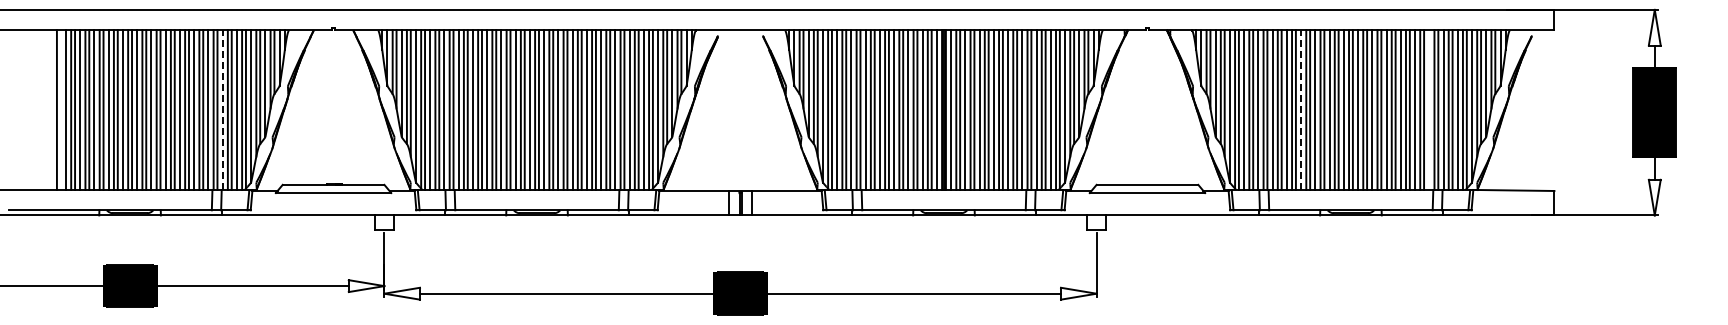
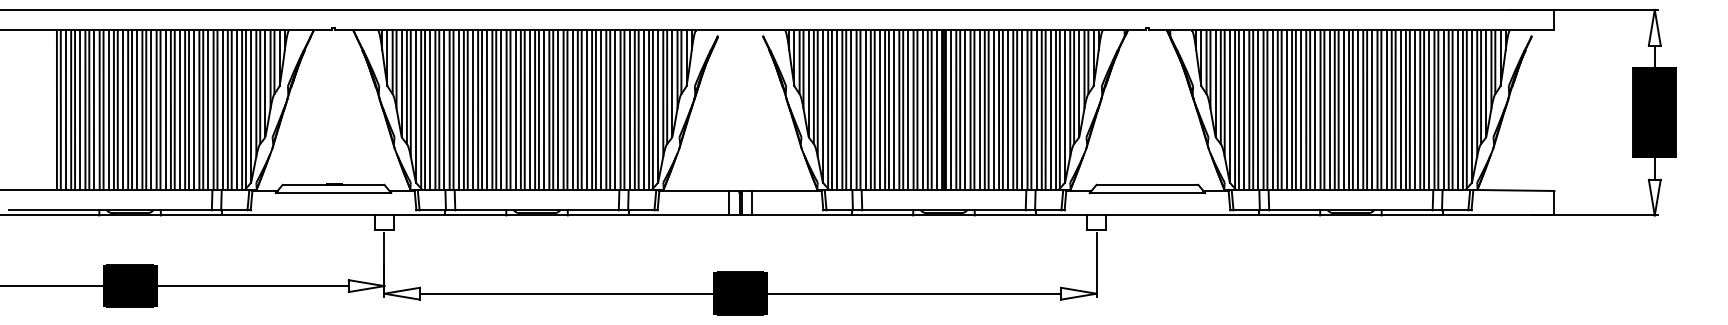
line at (60, 109): none -> present
line at (1429, 109): none -> present
line at (222, 110): dashed -> solid
line at (1301, 110): dashed -> solid
